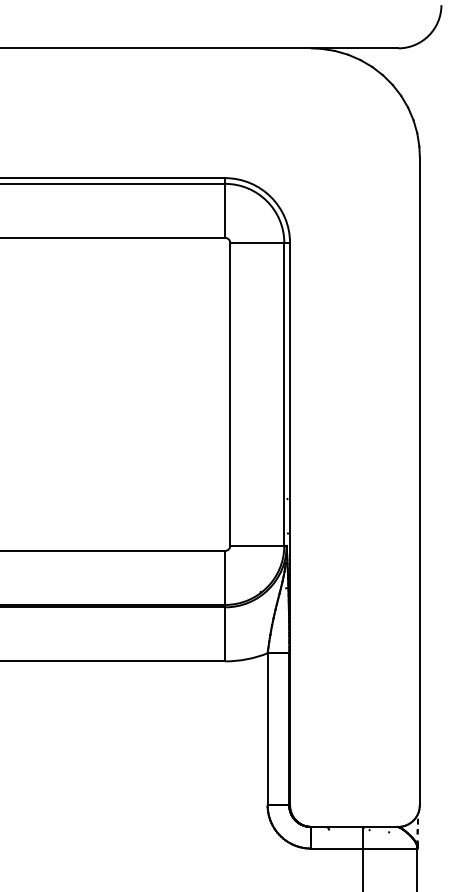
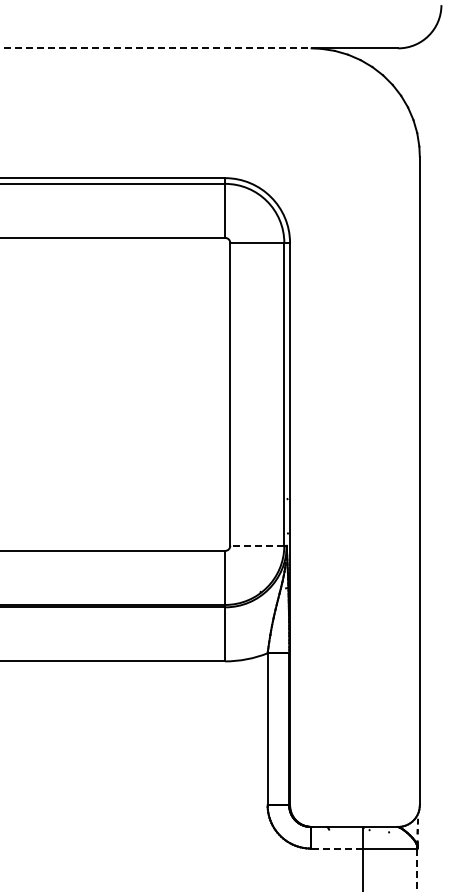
line at (155, 48): solid -> dashed
line at (256, 545): solid -> dashed
line at (336, 848): solid -> dashed
line at (417, 869): solid -> dashed
